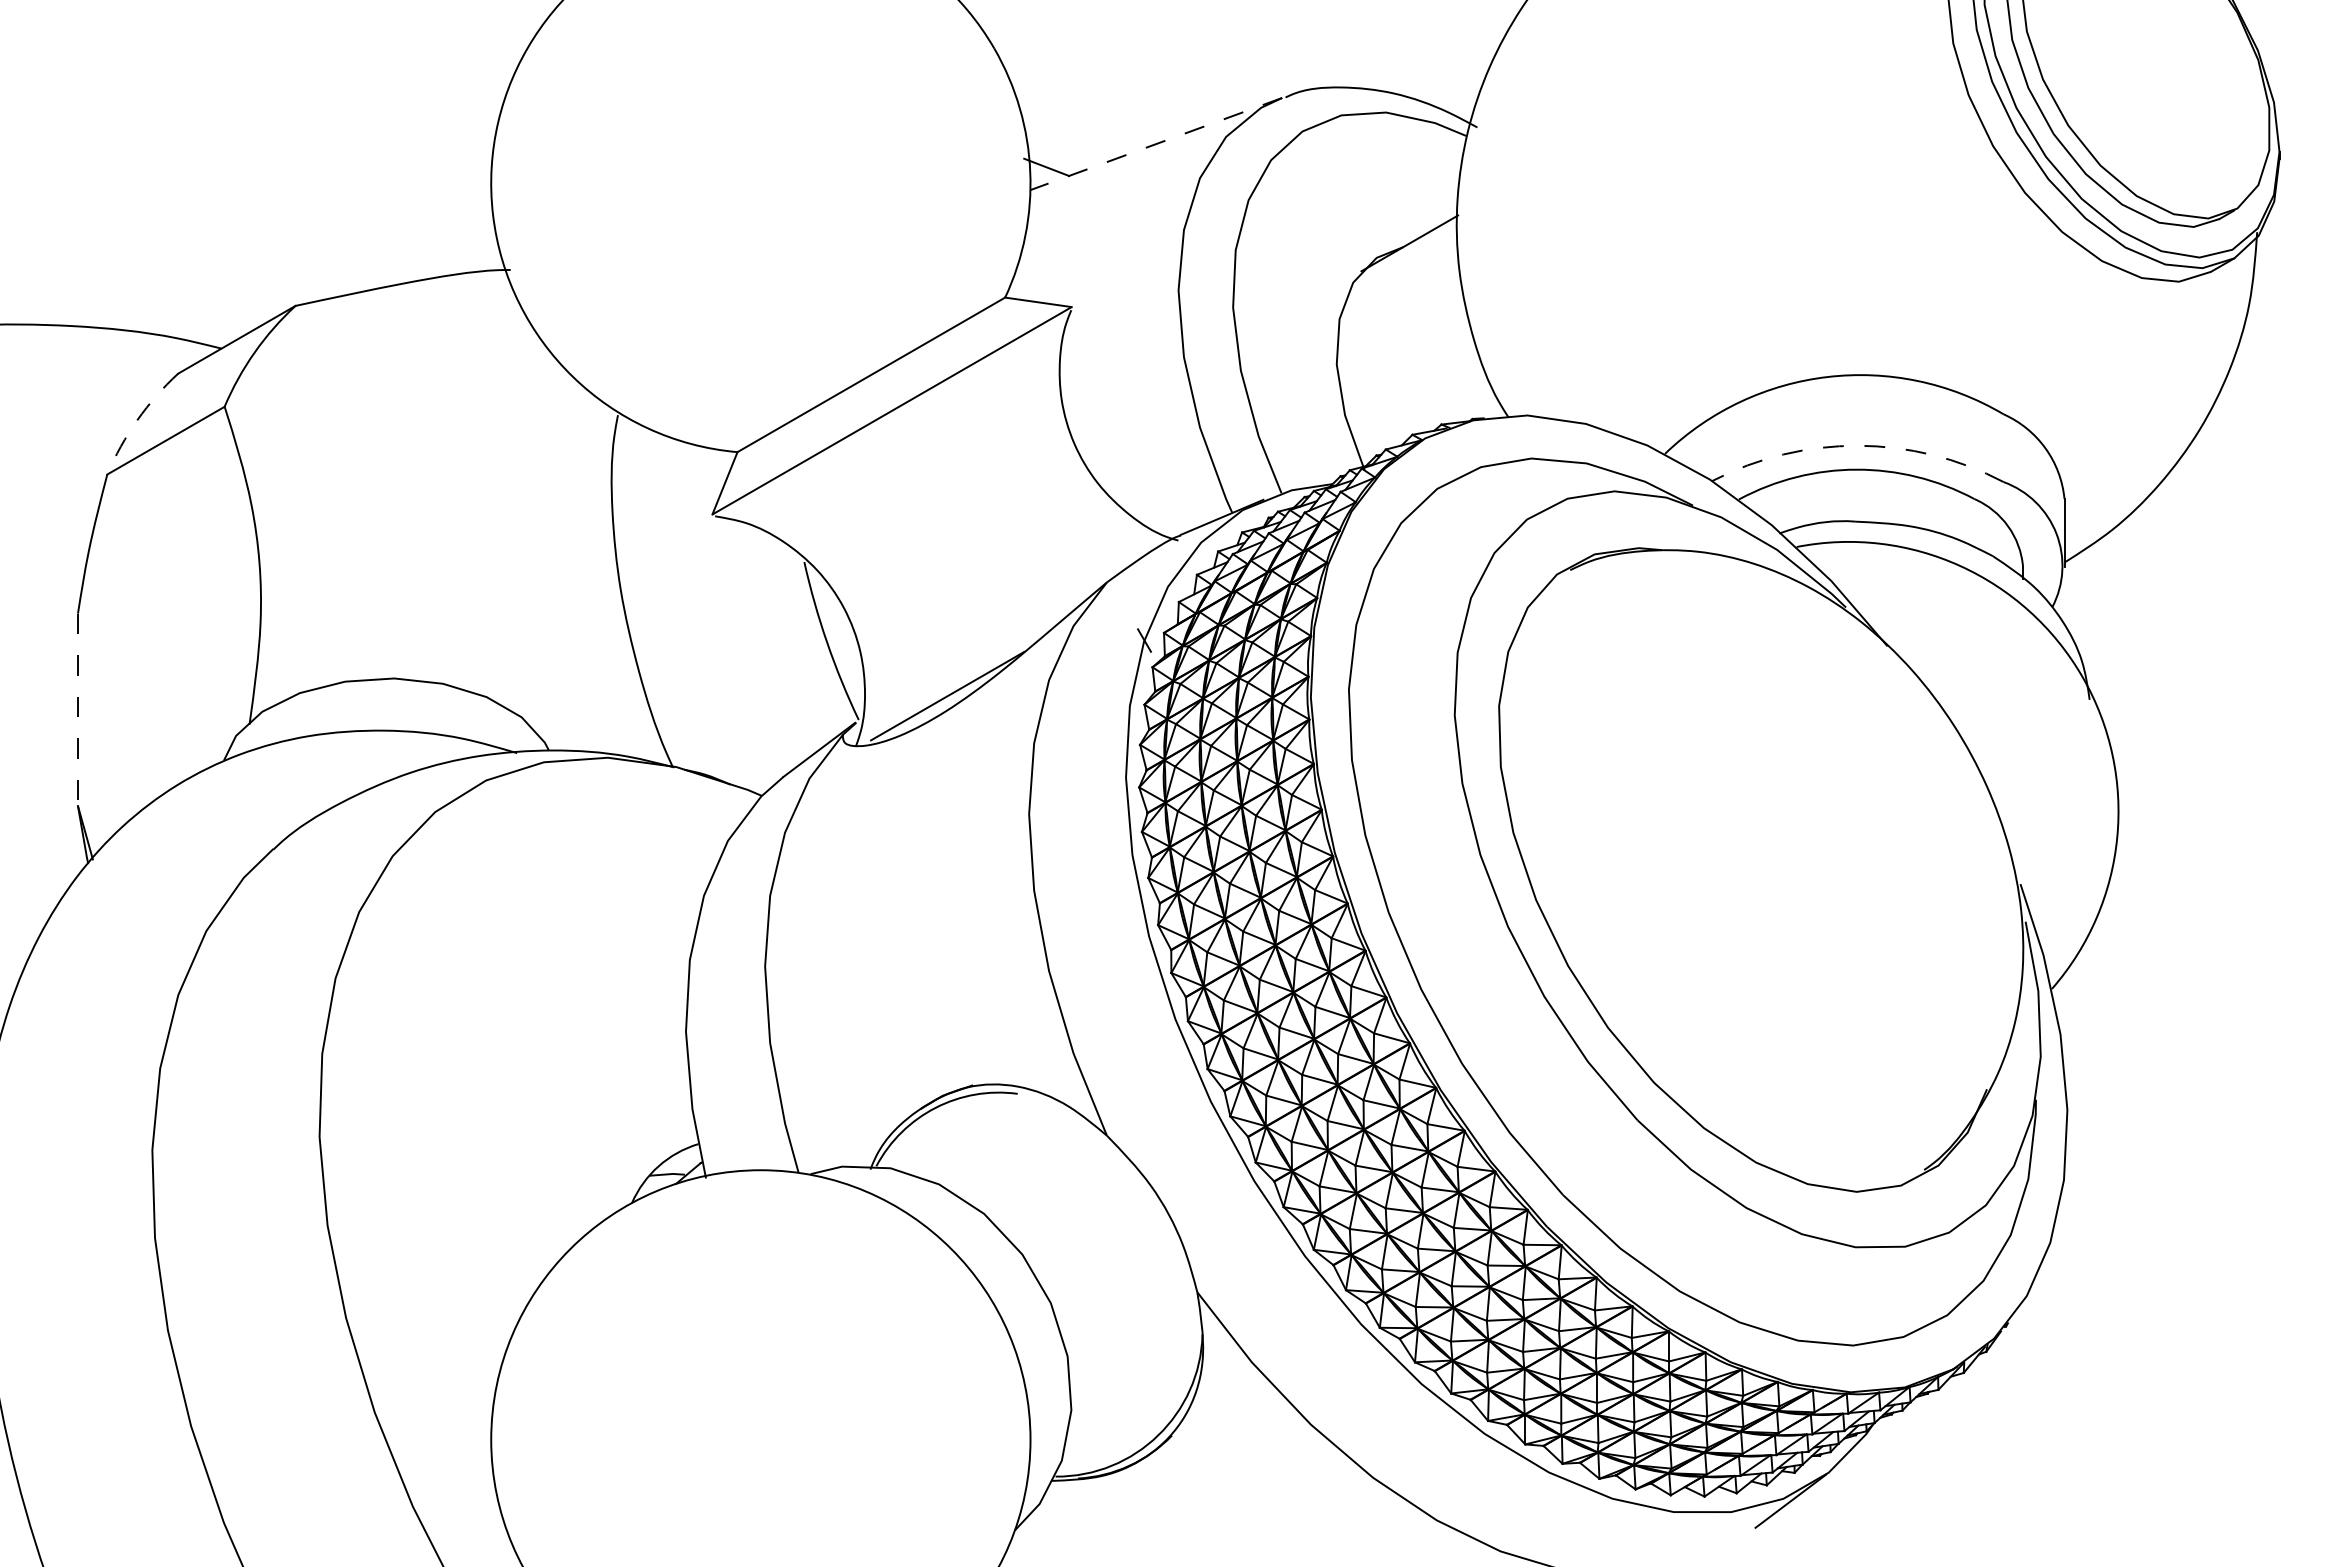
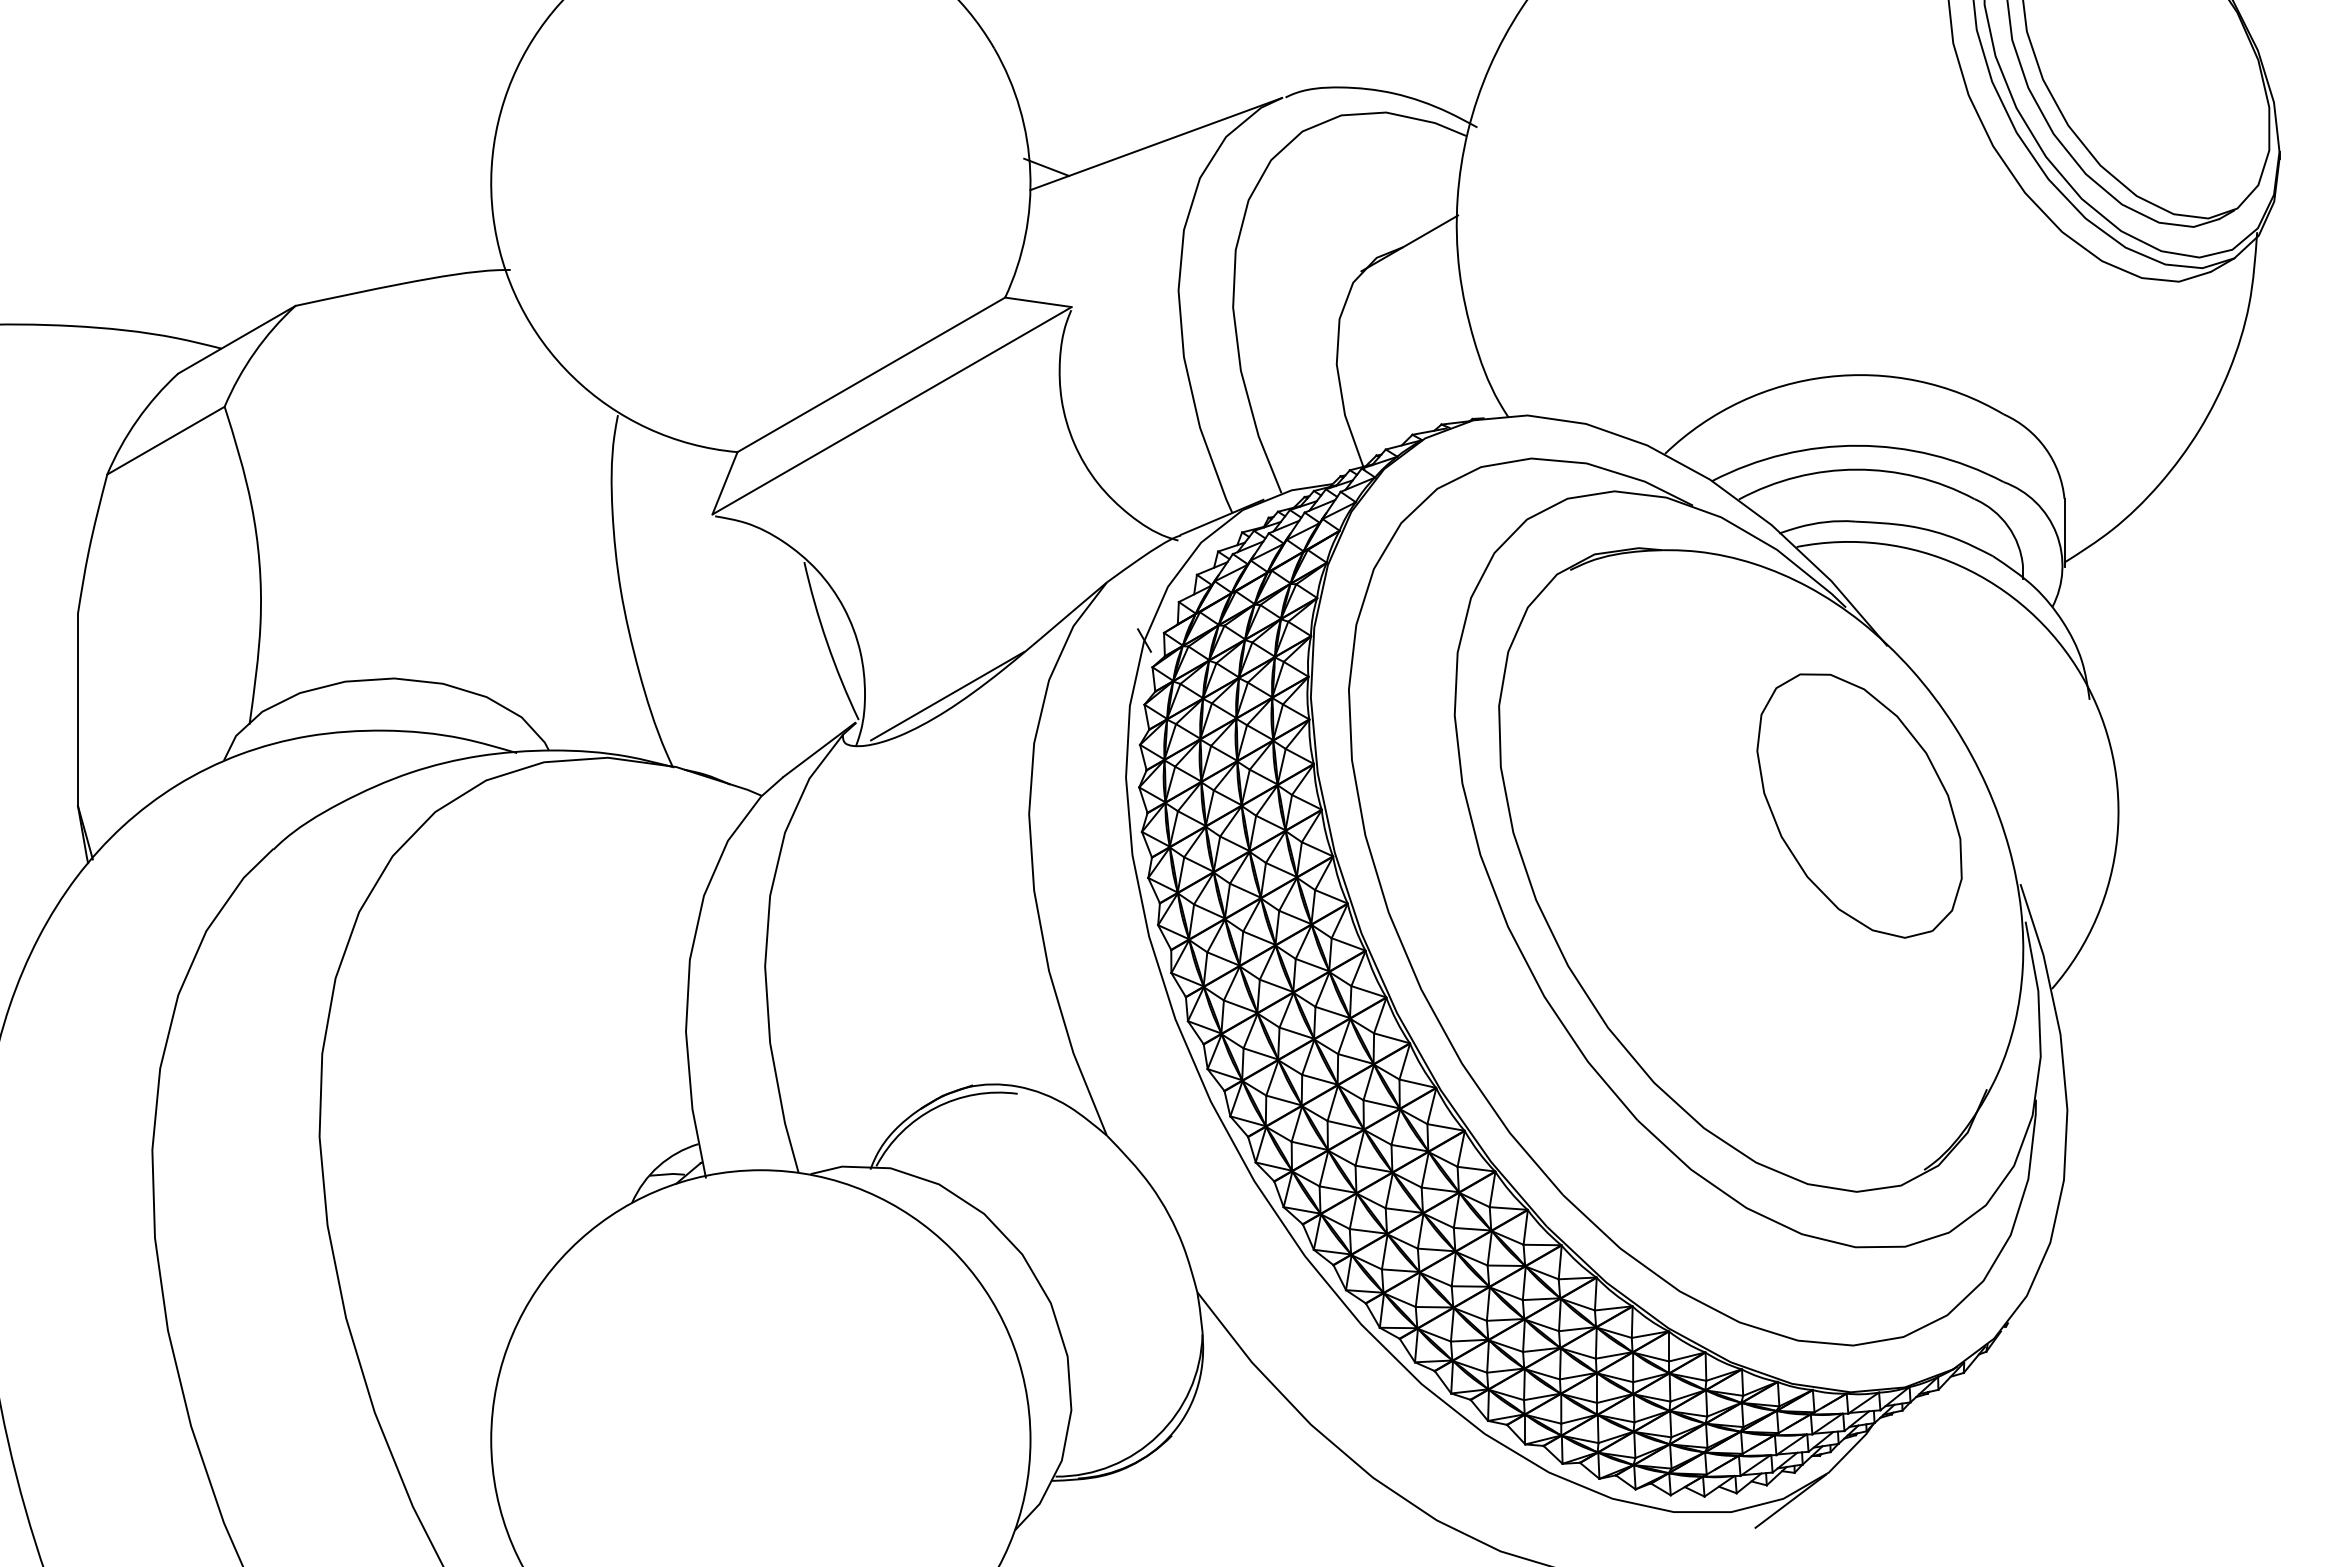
line at (1155, 144): dashed -> solid
arc at (137, 420): dashed -> solid
arc at (1858, 445): dashed -> solid
line at (77, 710): dashed -> solid
part at (1859, 805): none -> present
